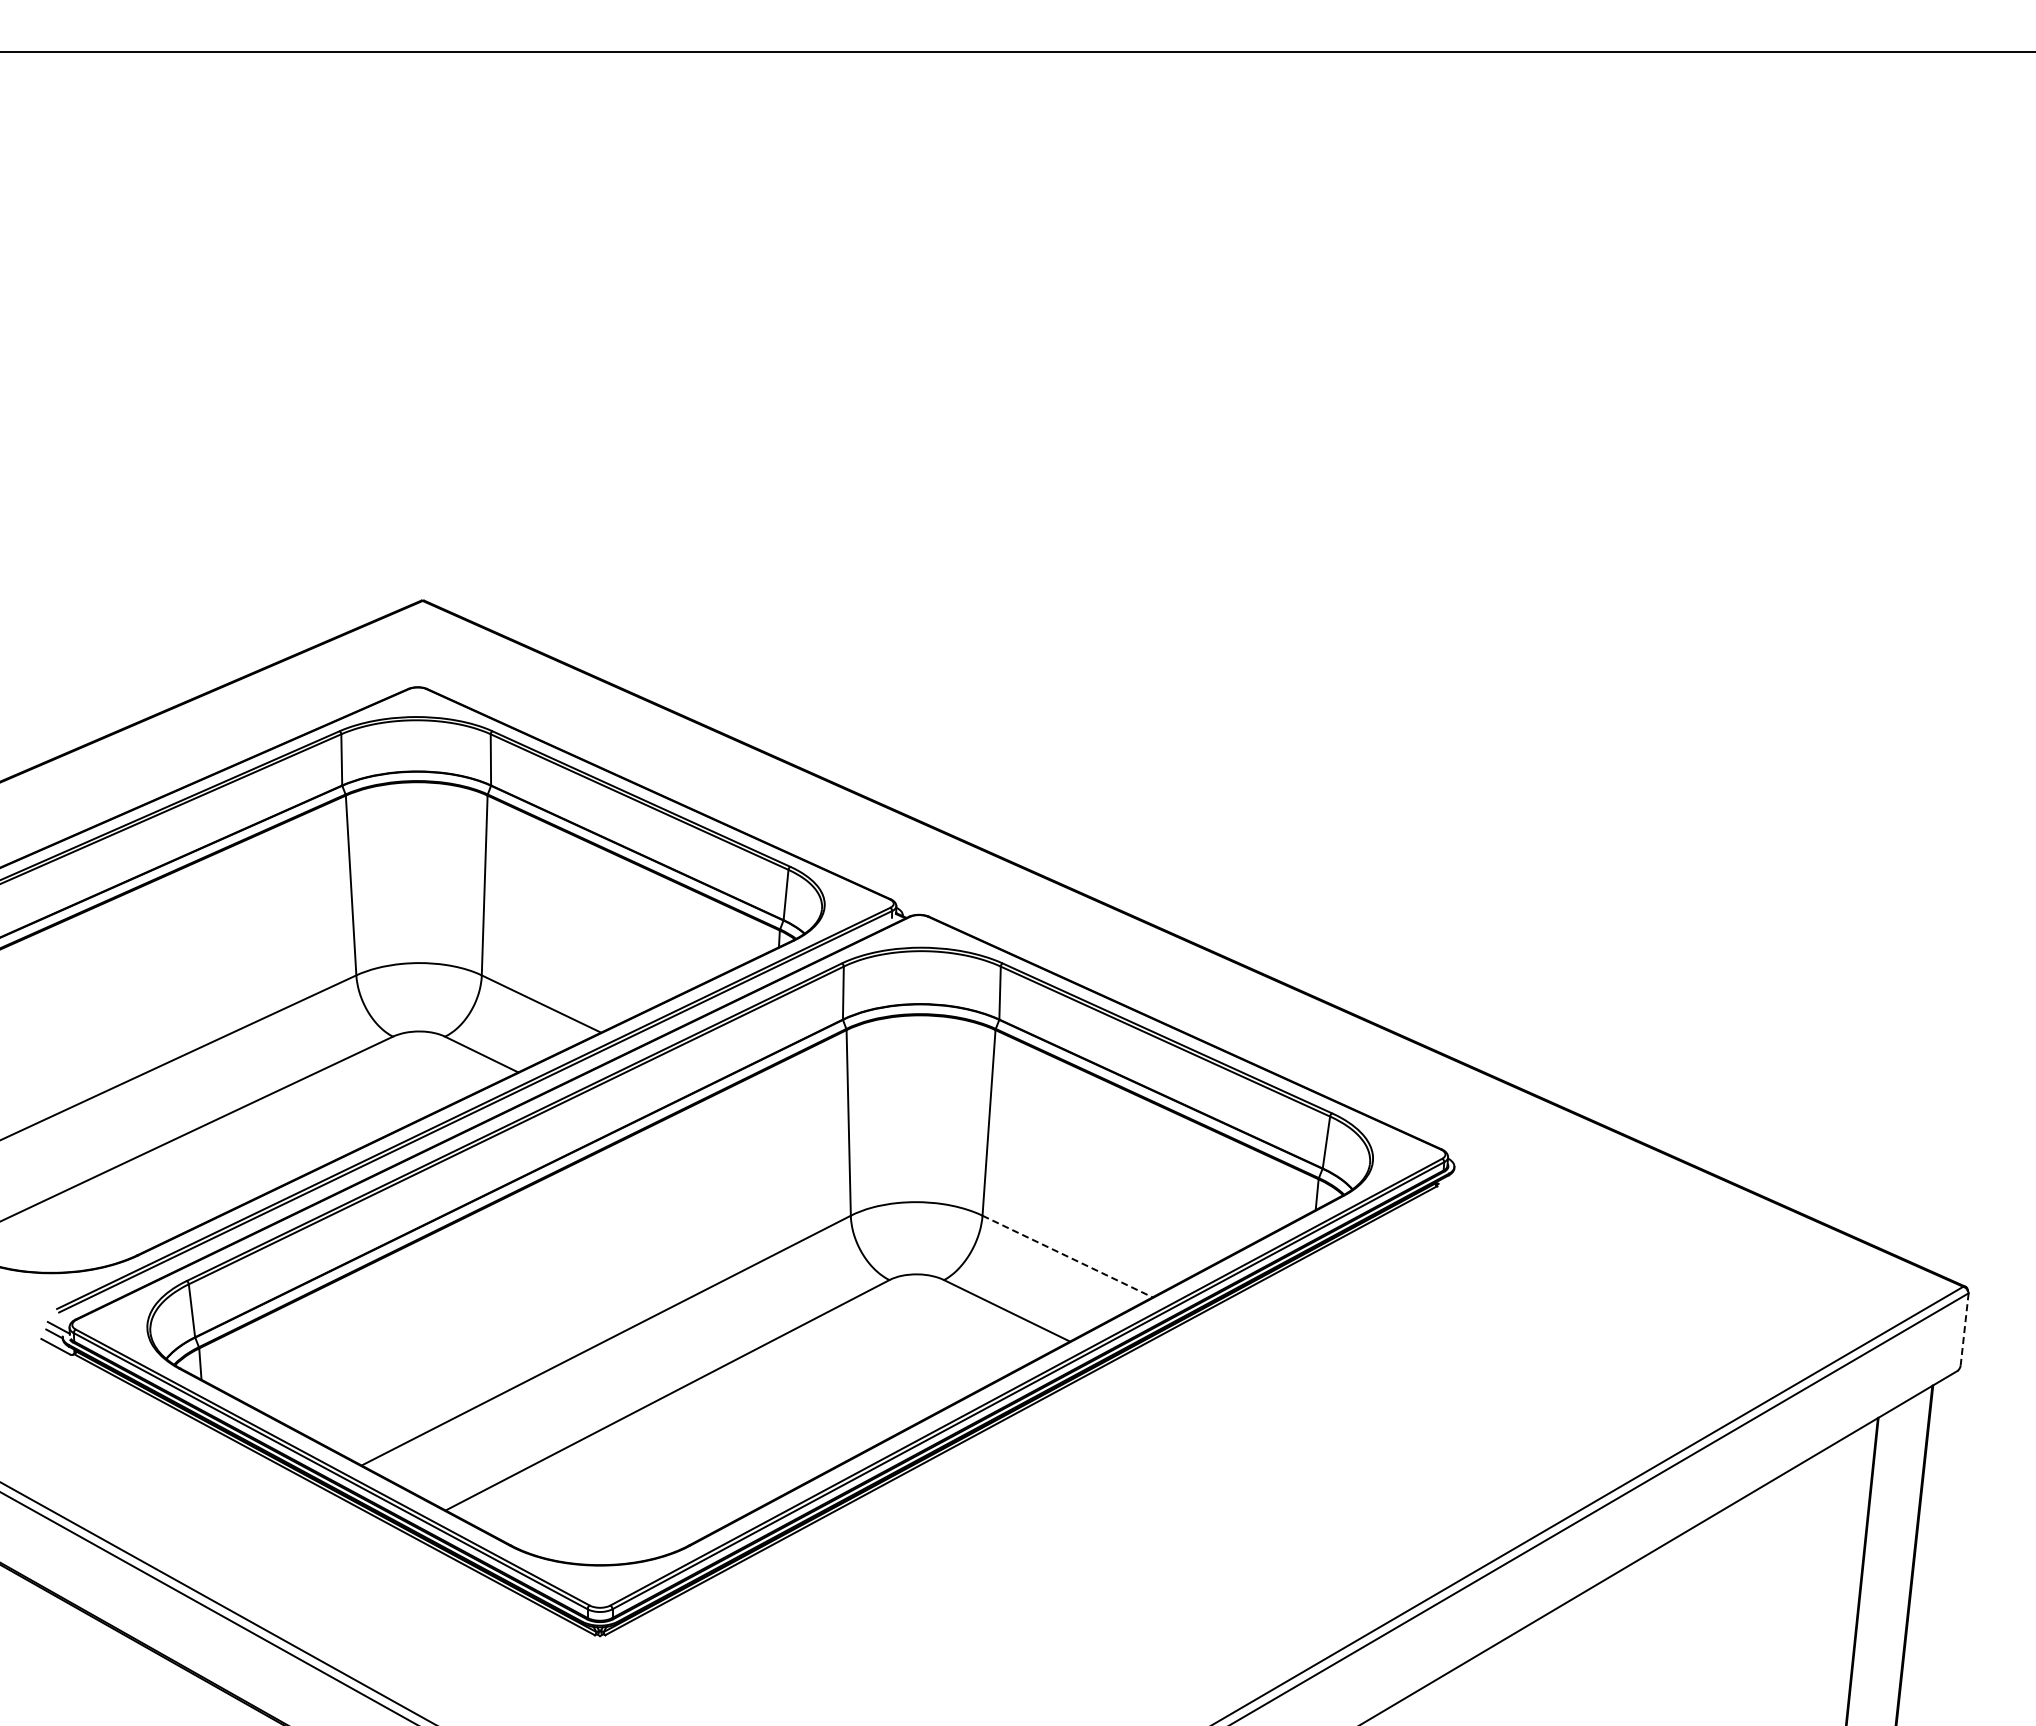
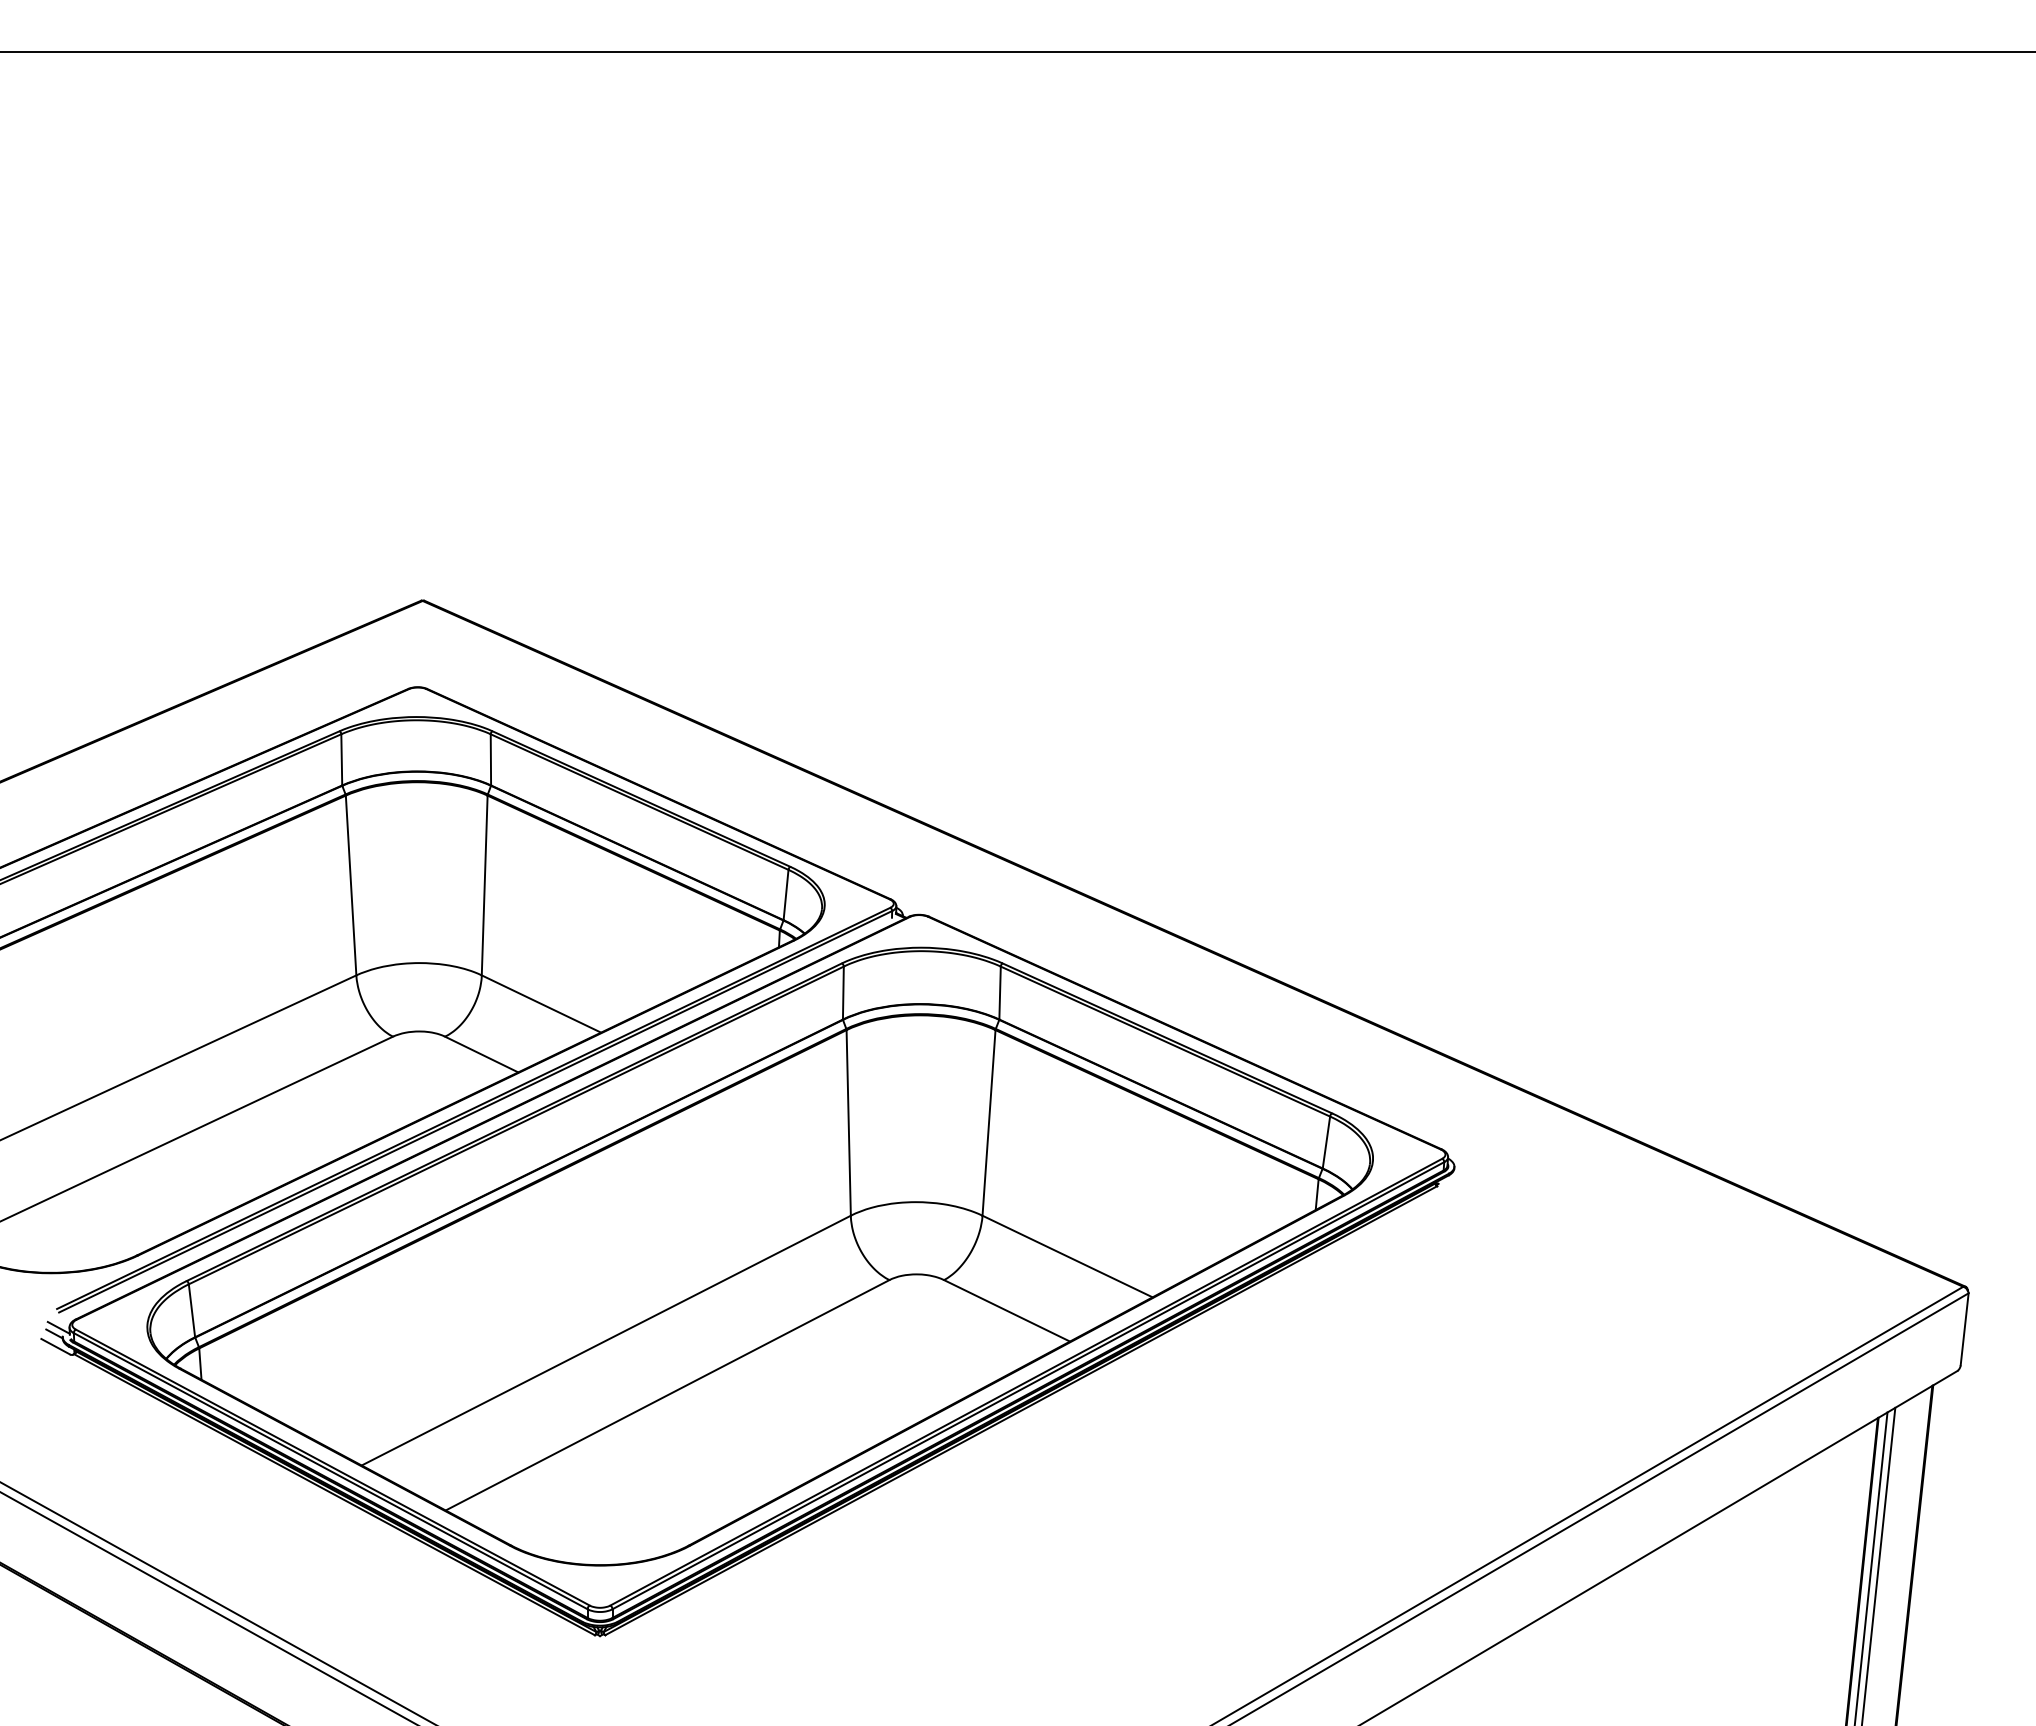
line at (1068, 1256): dashed -> solid
line at (1964, 1329): dashed -> solid
line at (1878, 1564): none -> present
line at (1871, 1567): none -> present
